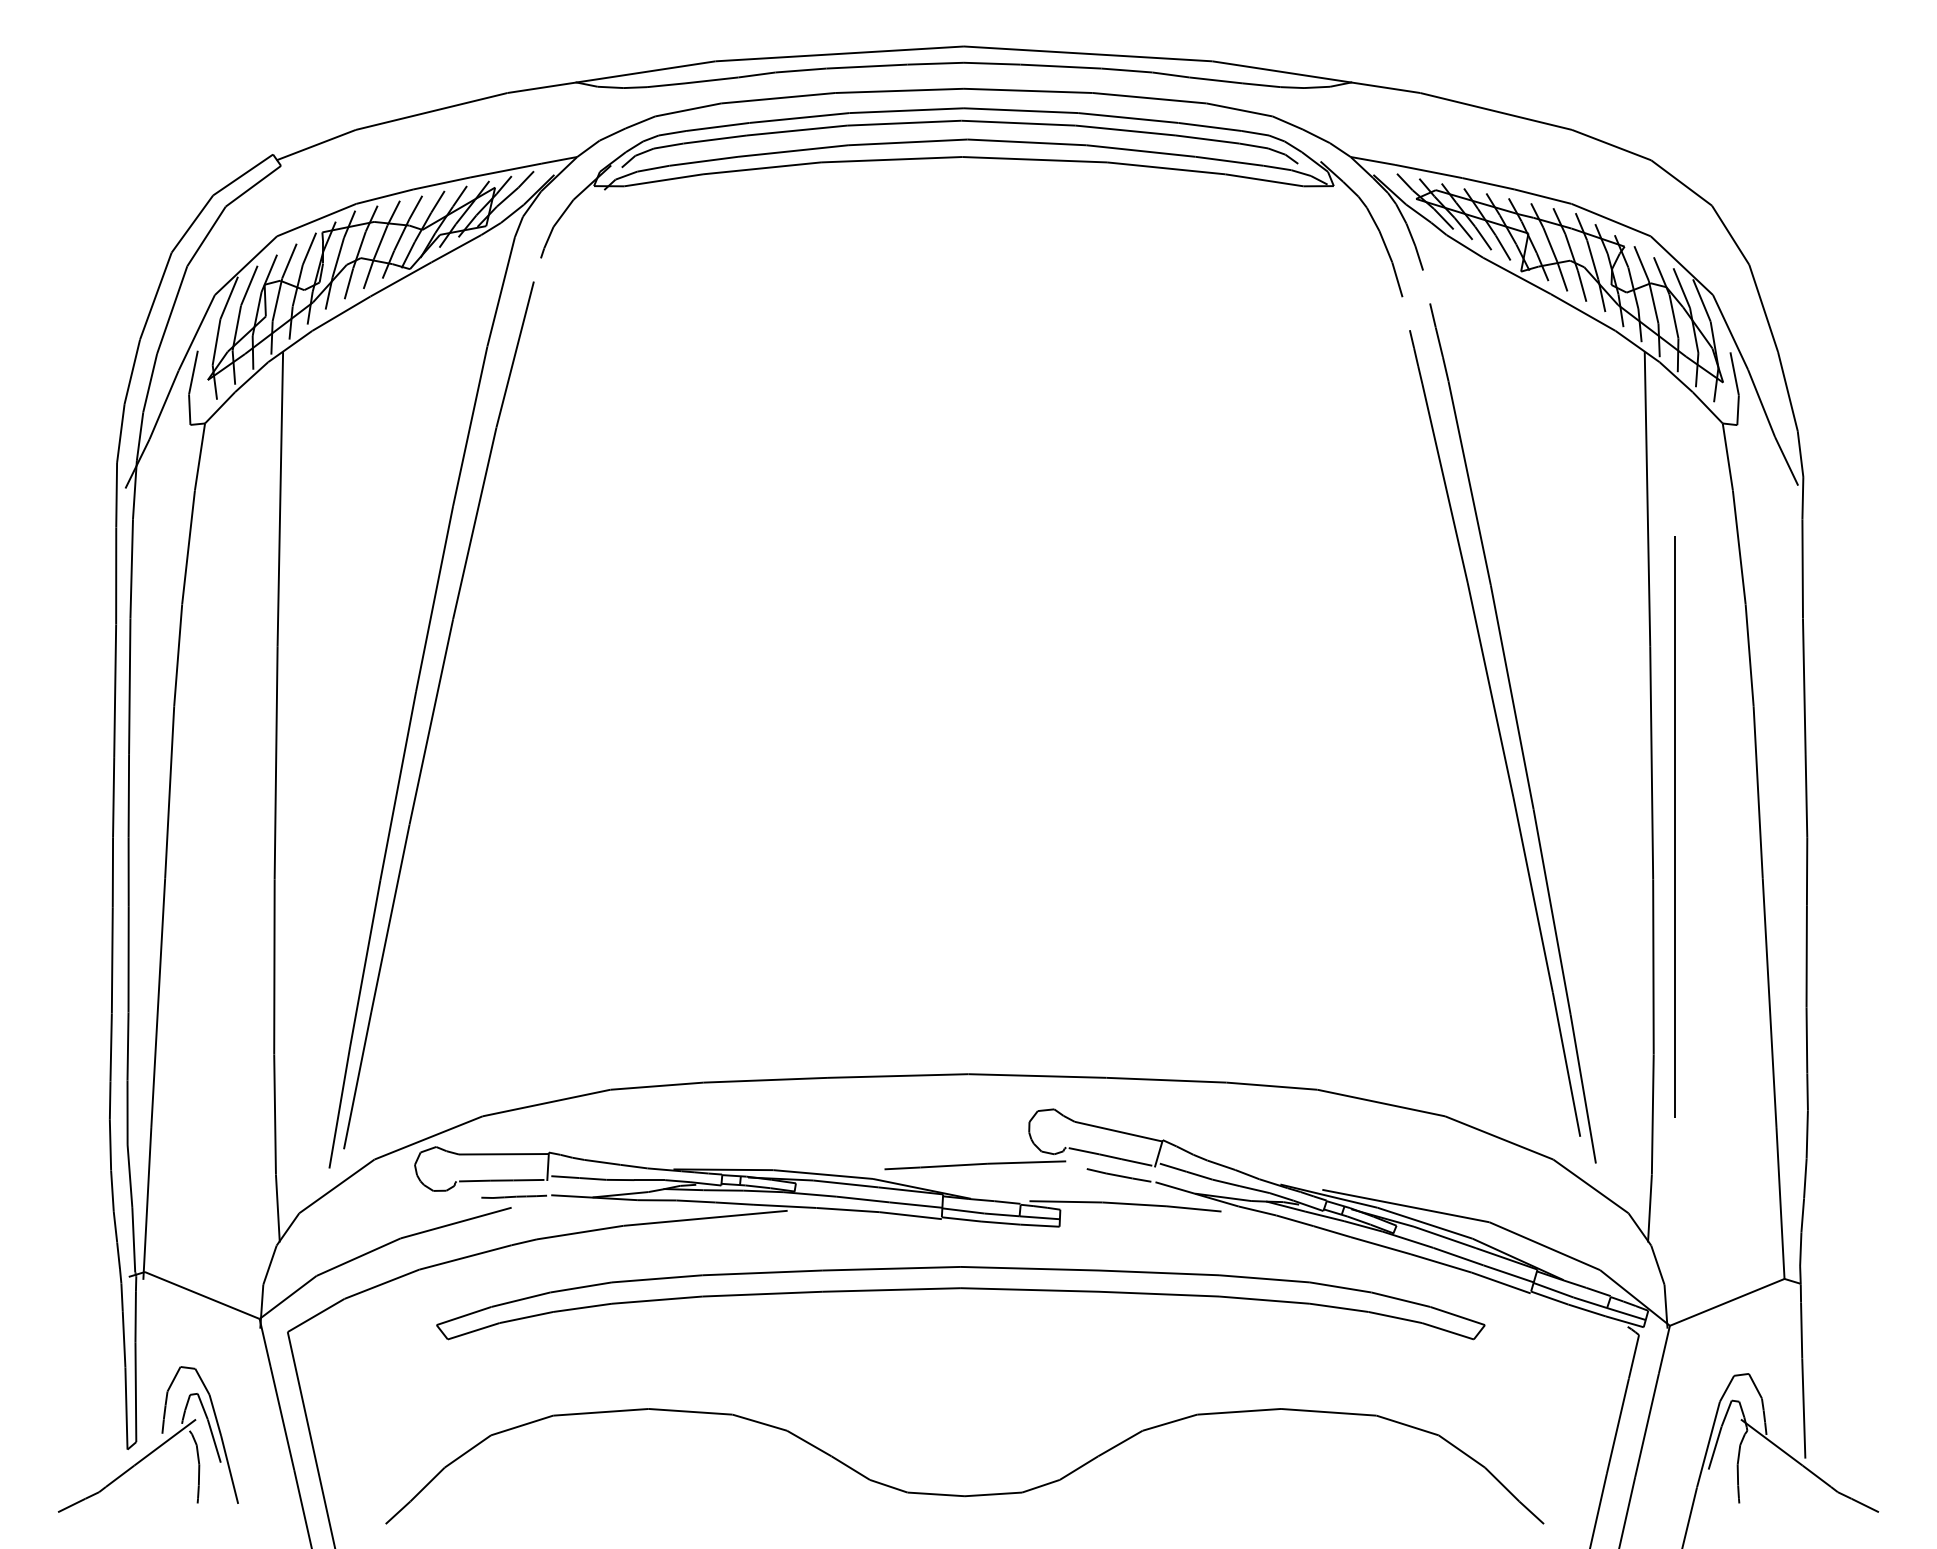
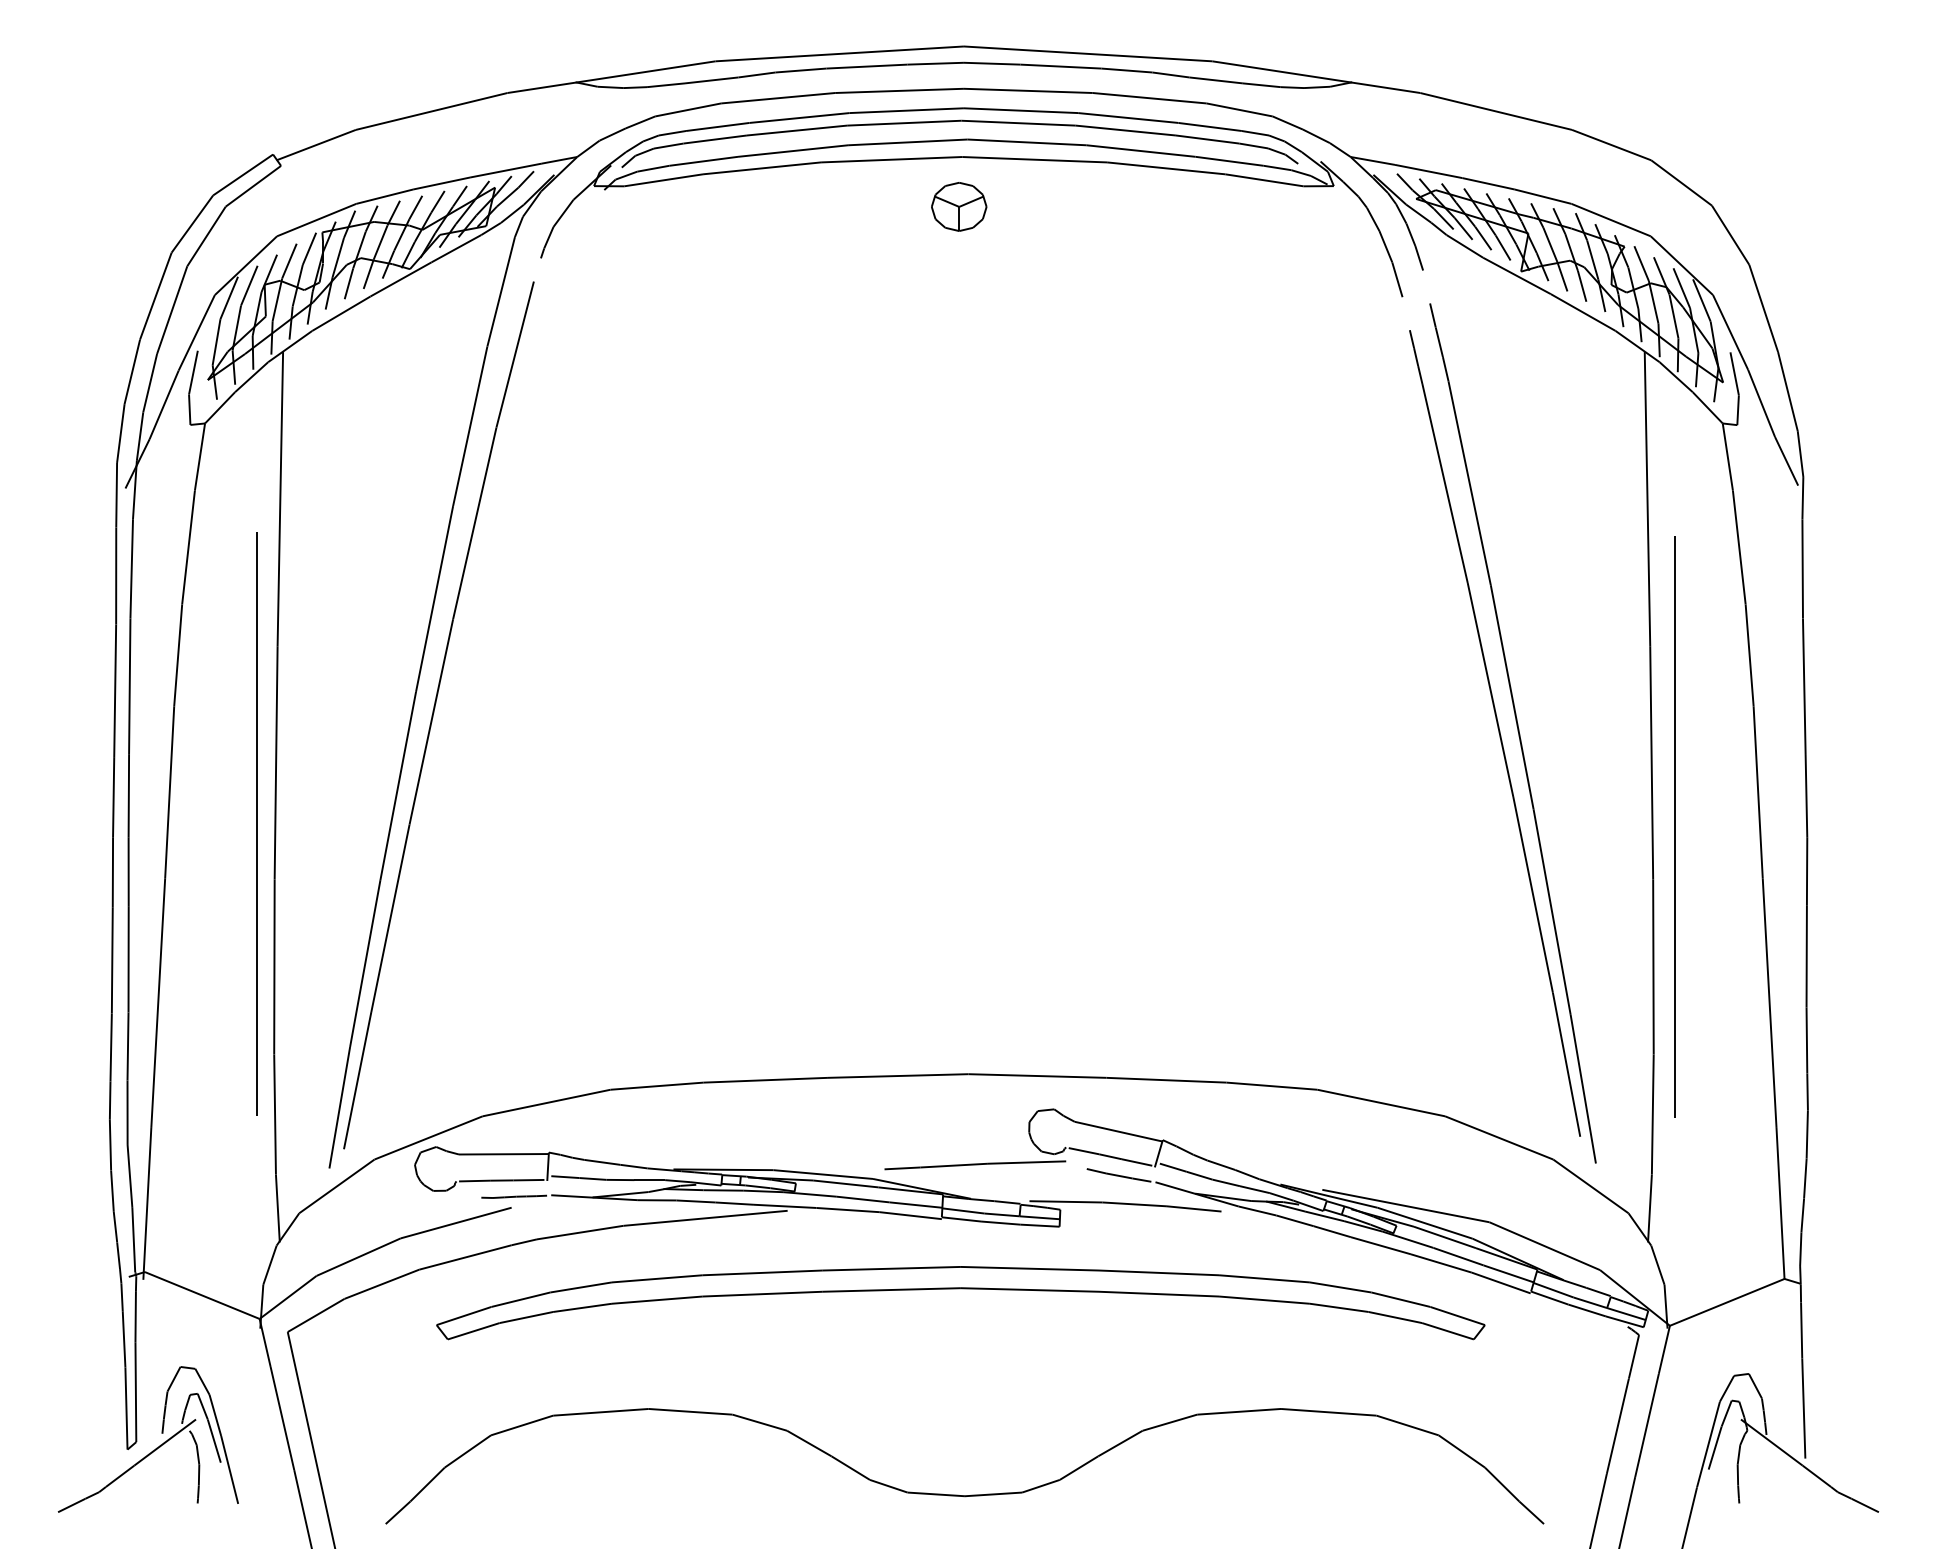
part at (959, 206): none -> present
line at (256, 823): none -> present
